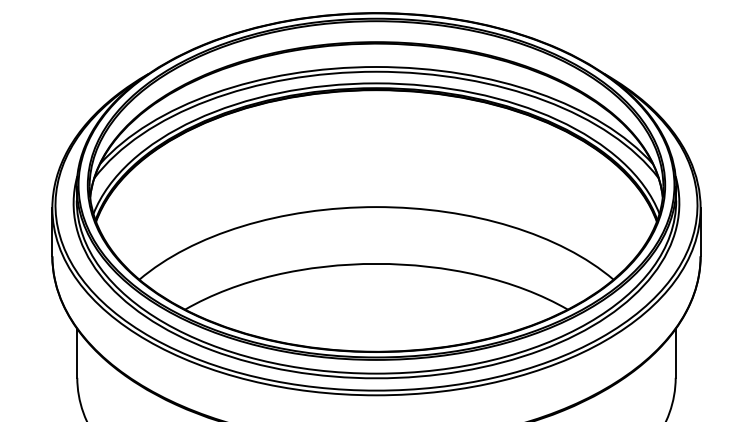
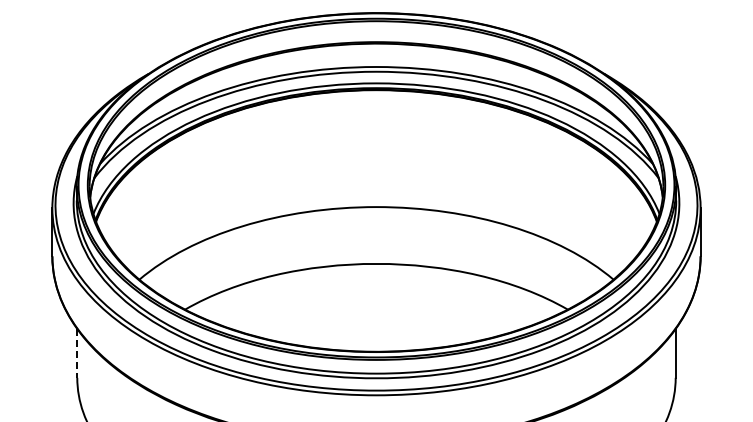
line at (77, 353): solid -> dashed
